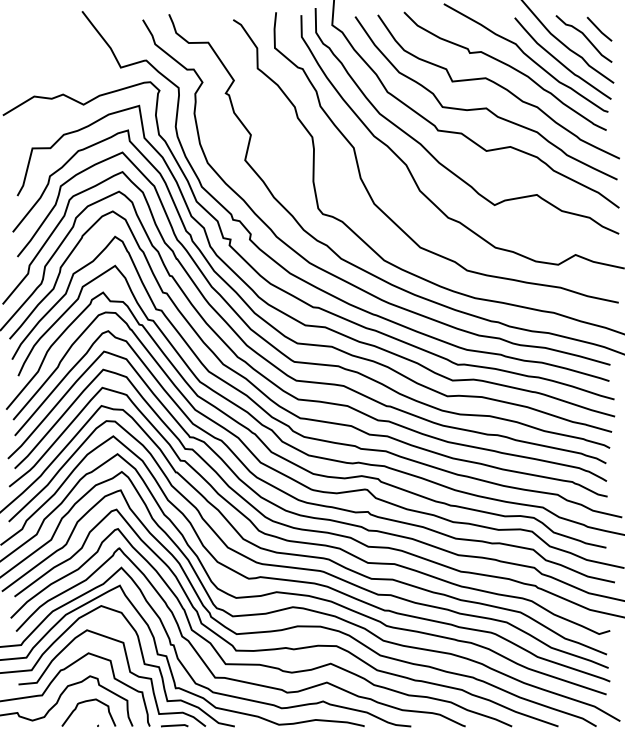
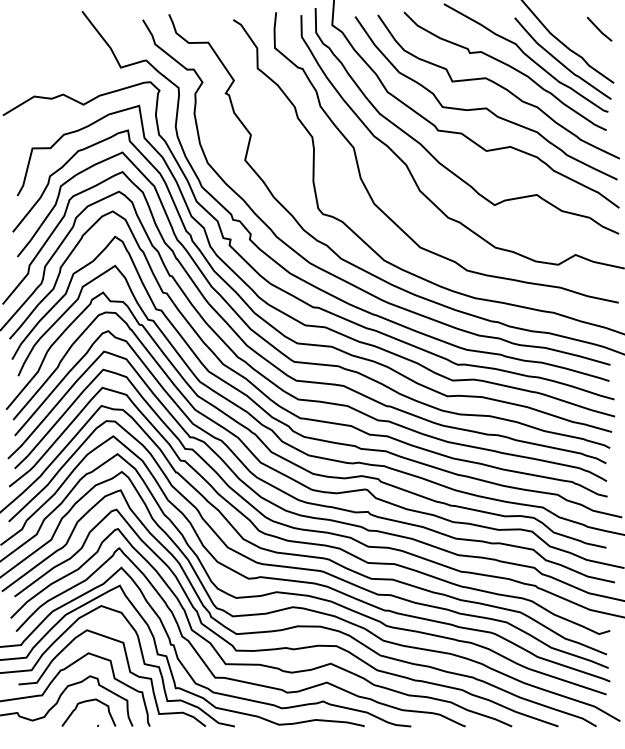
curve at (585, 38): present -> none
line at (174, 725): present -> none
